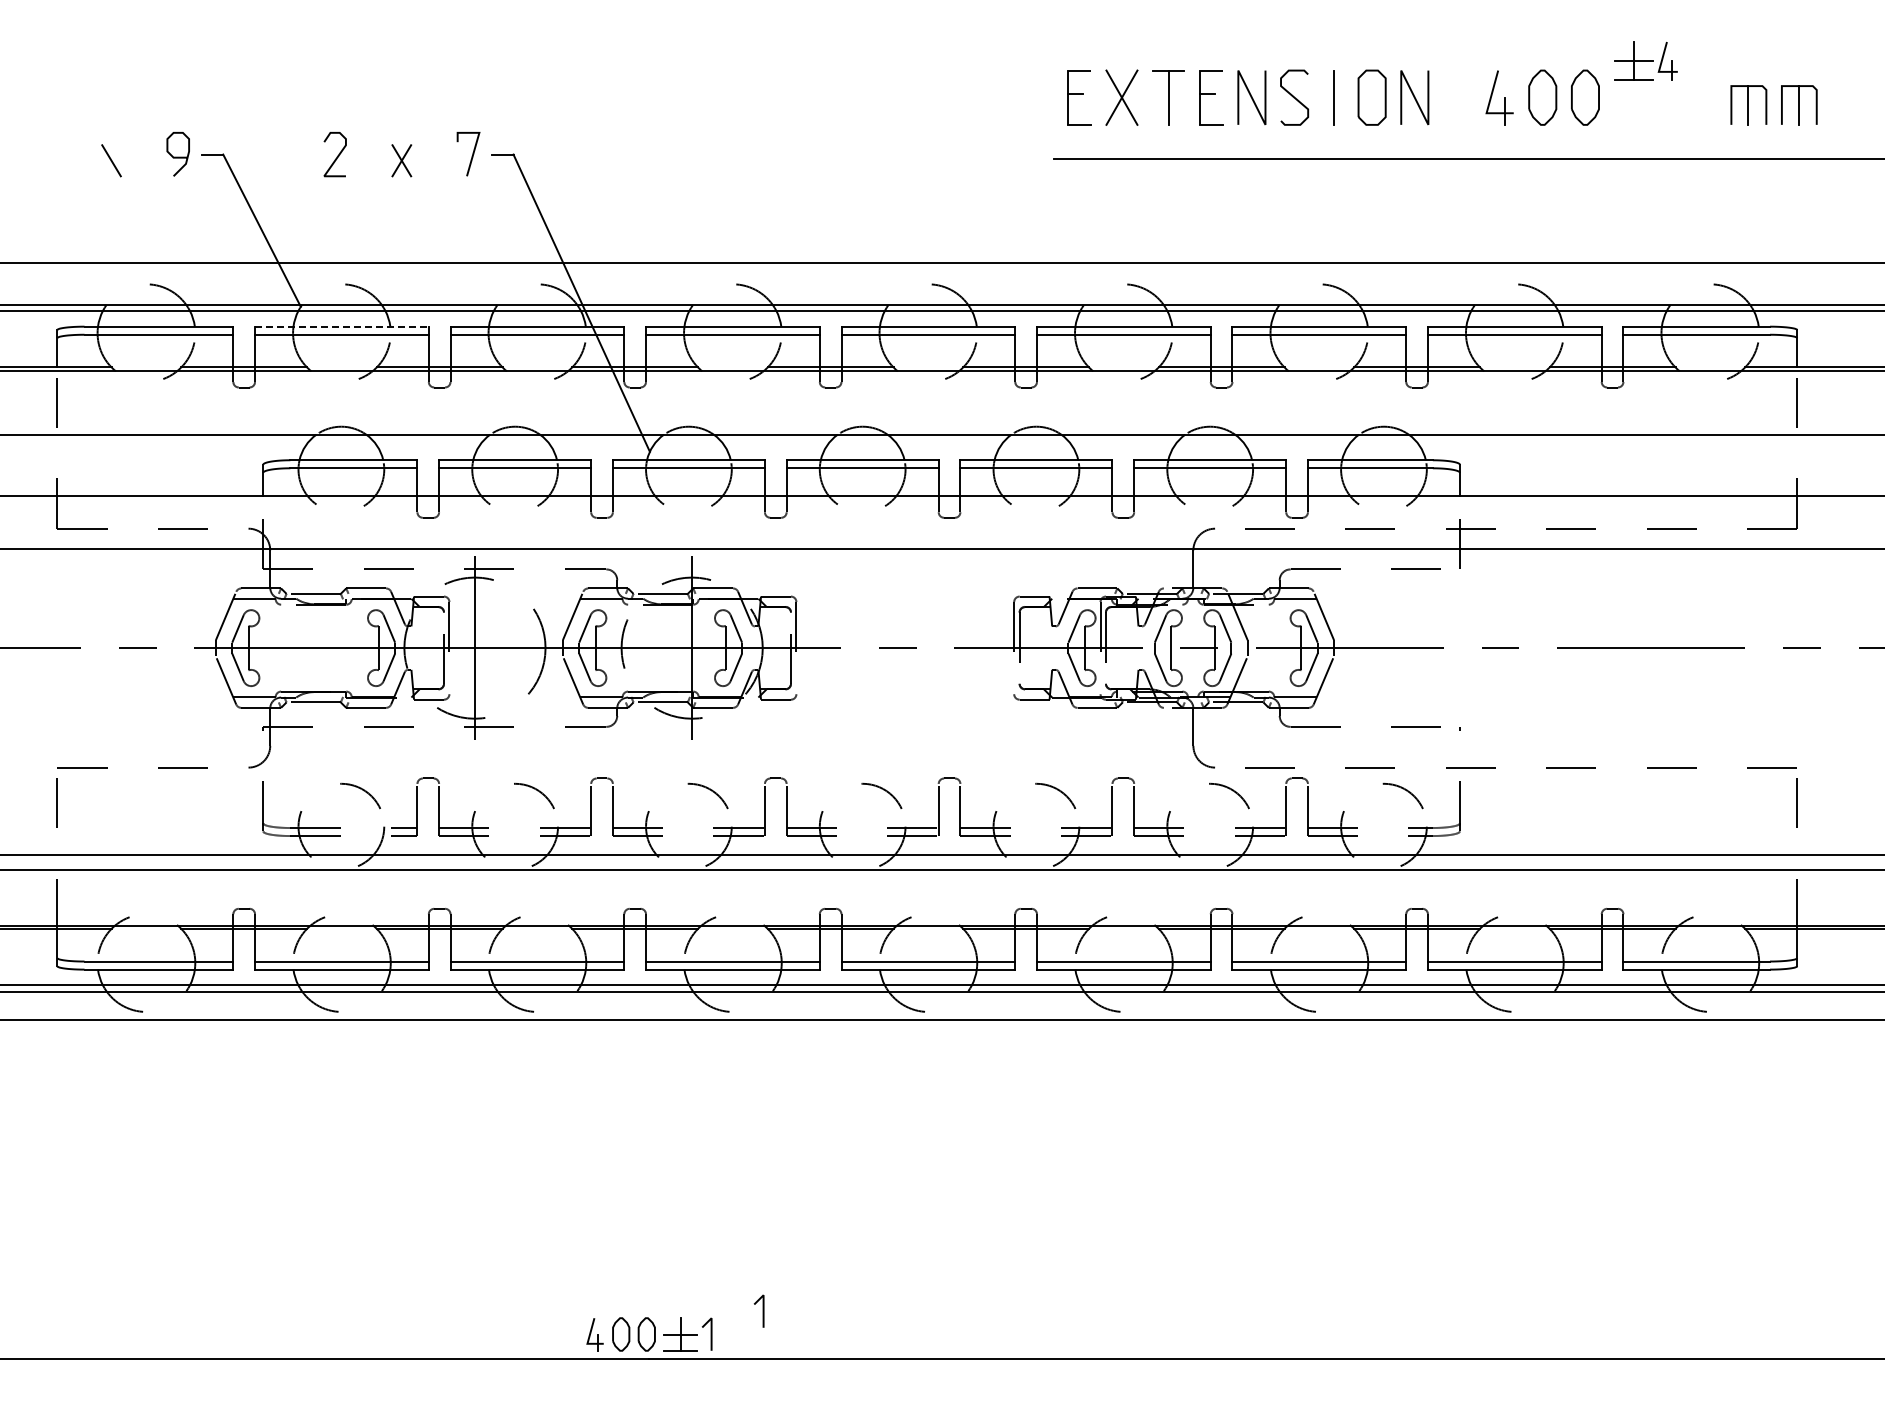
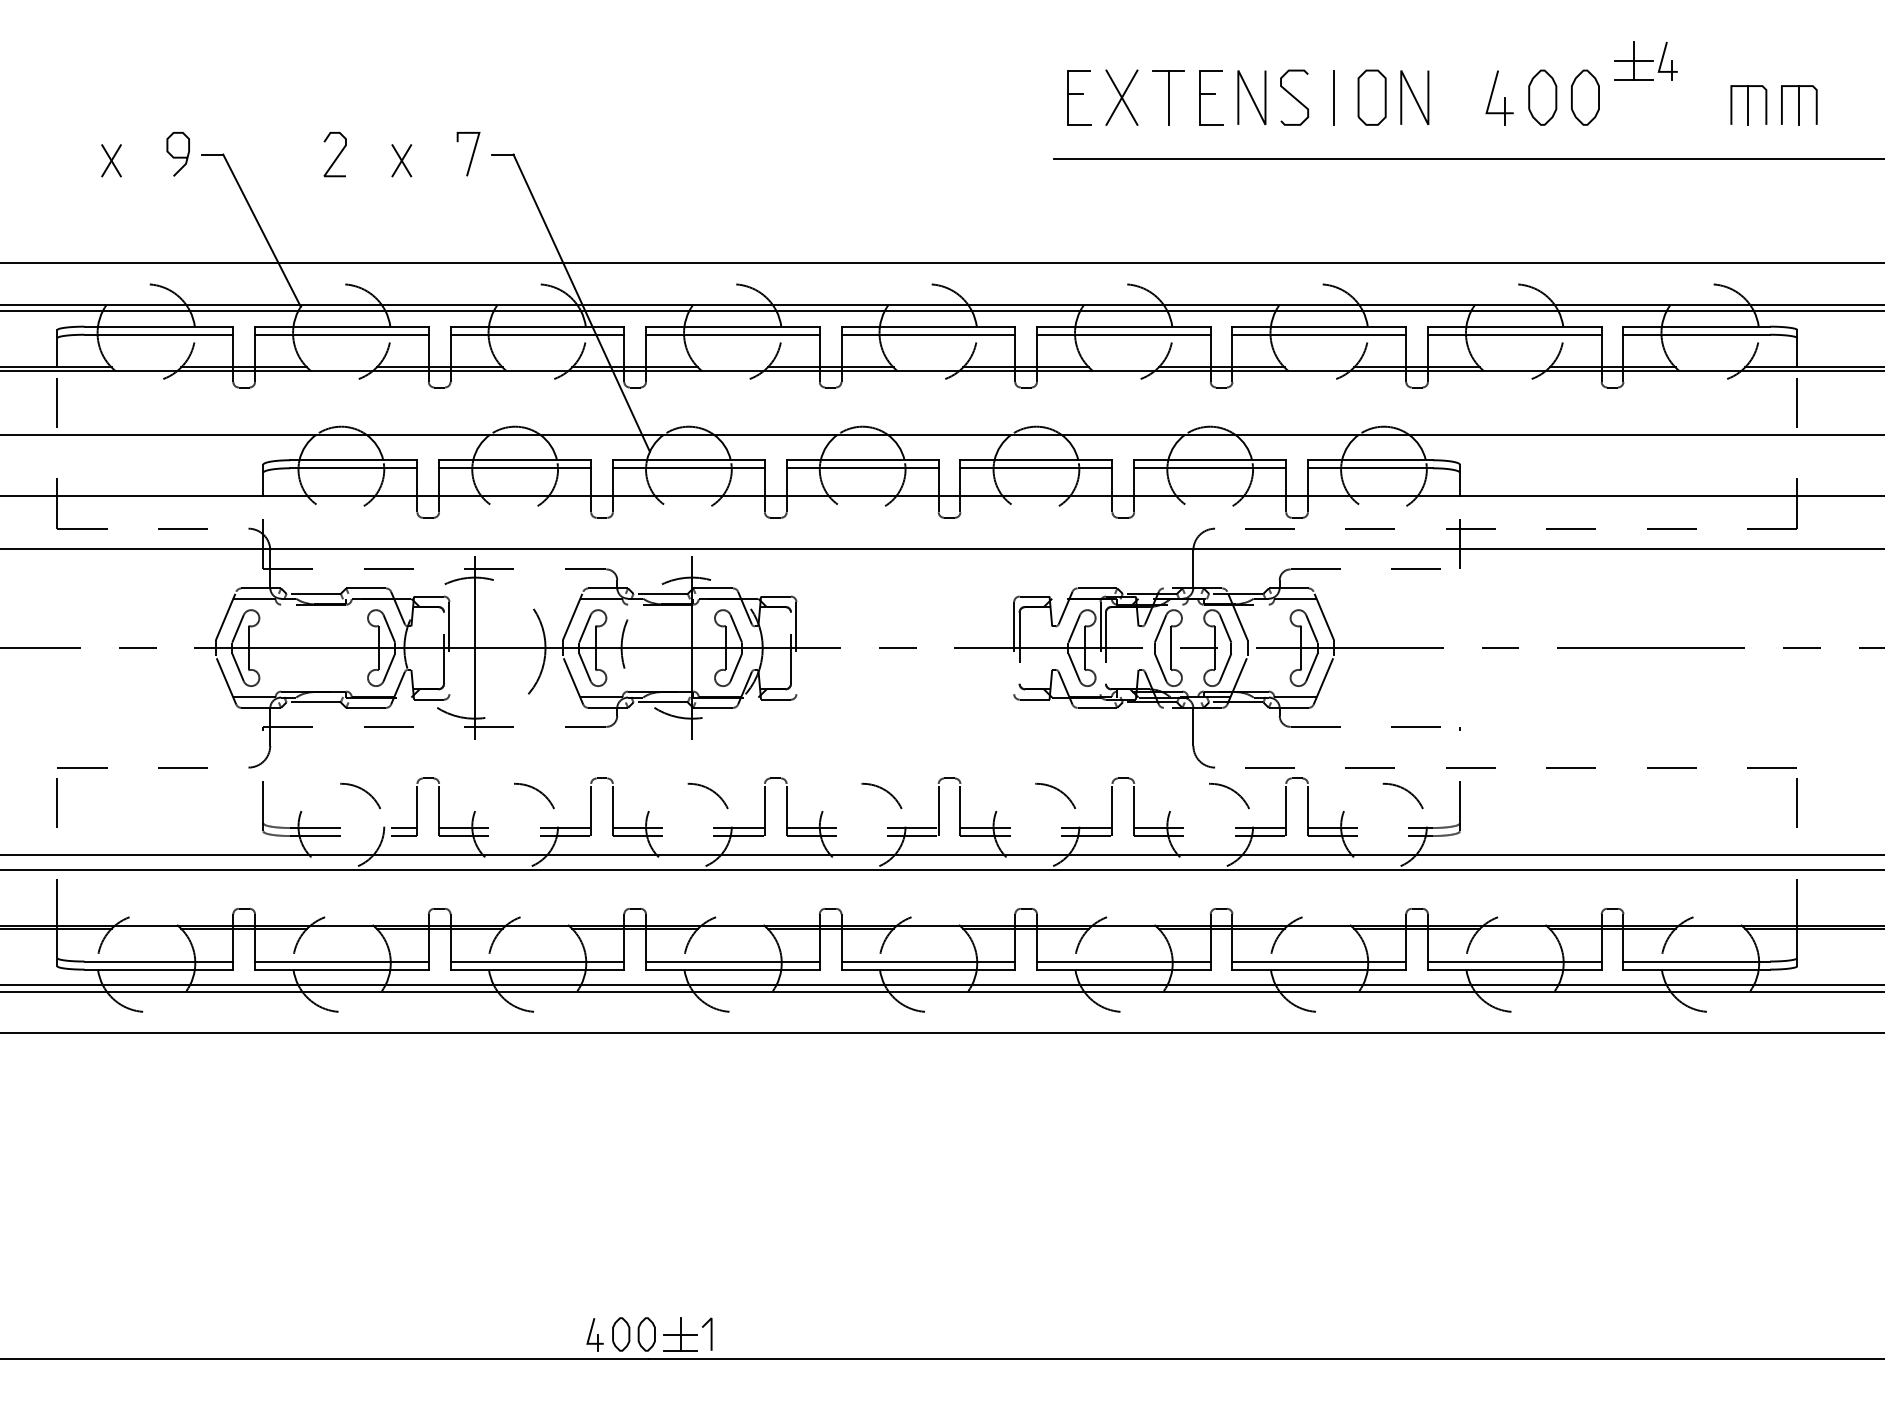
line at (111, 160): none -> present
line at (341, 326): dashed -> solid
line at (941, 1020) position: (941, 1020) -> (941, 1033)
line at (762, 1310): present -> none
